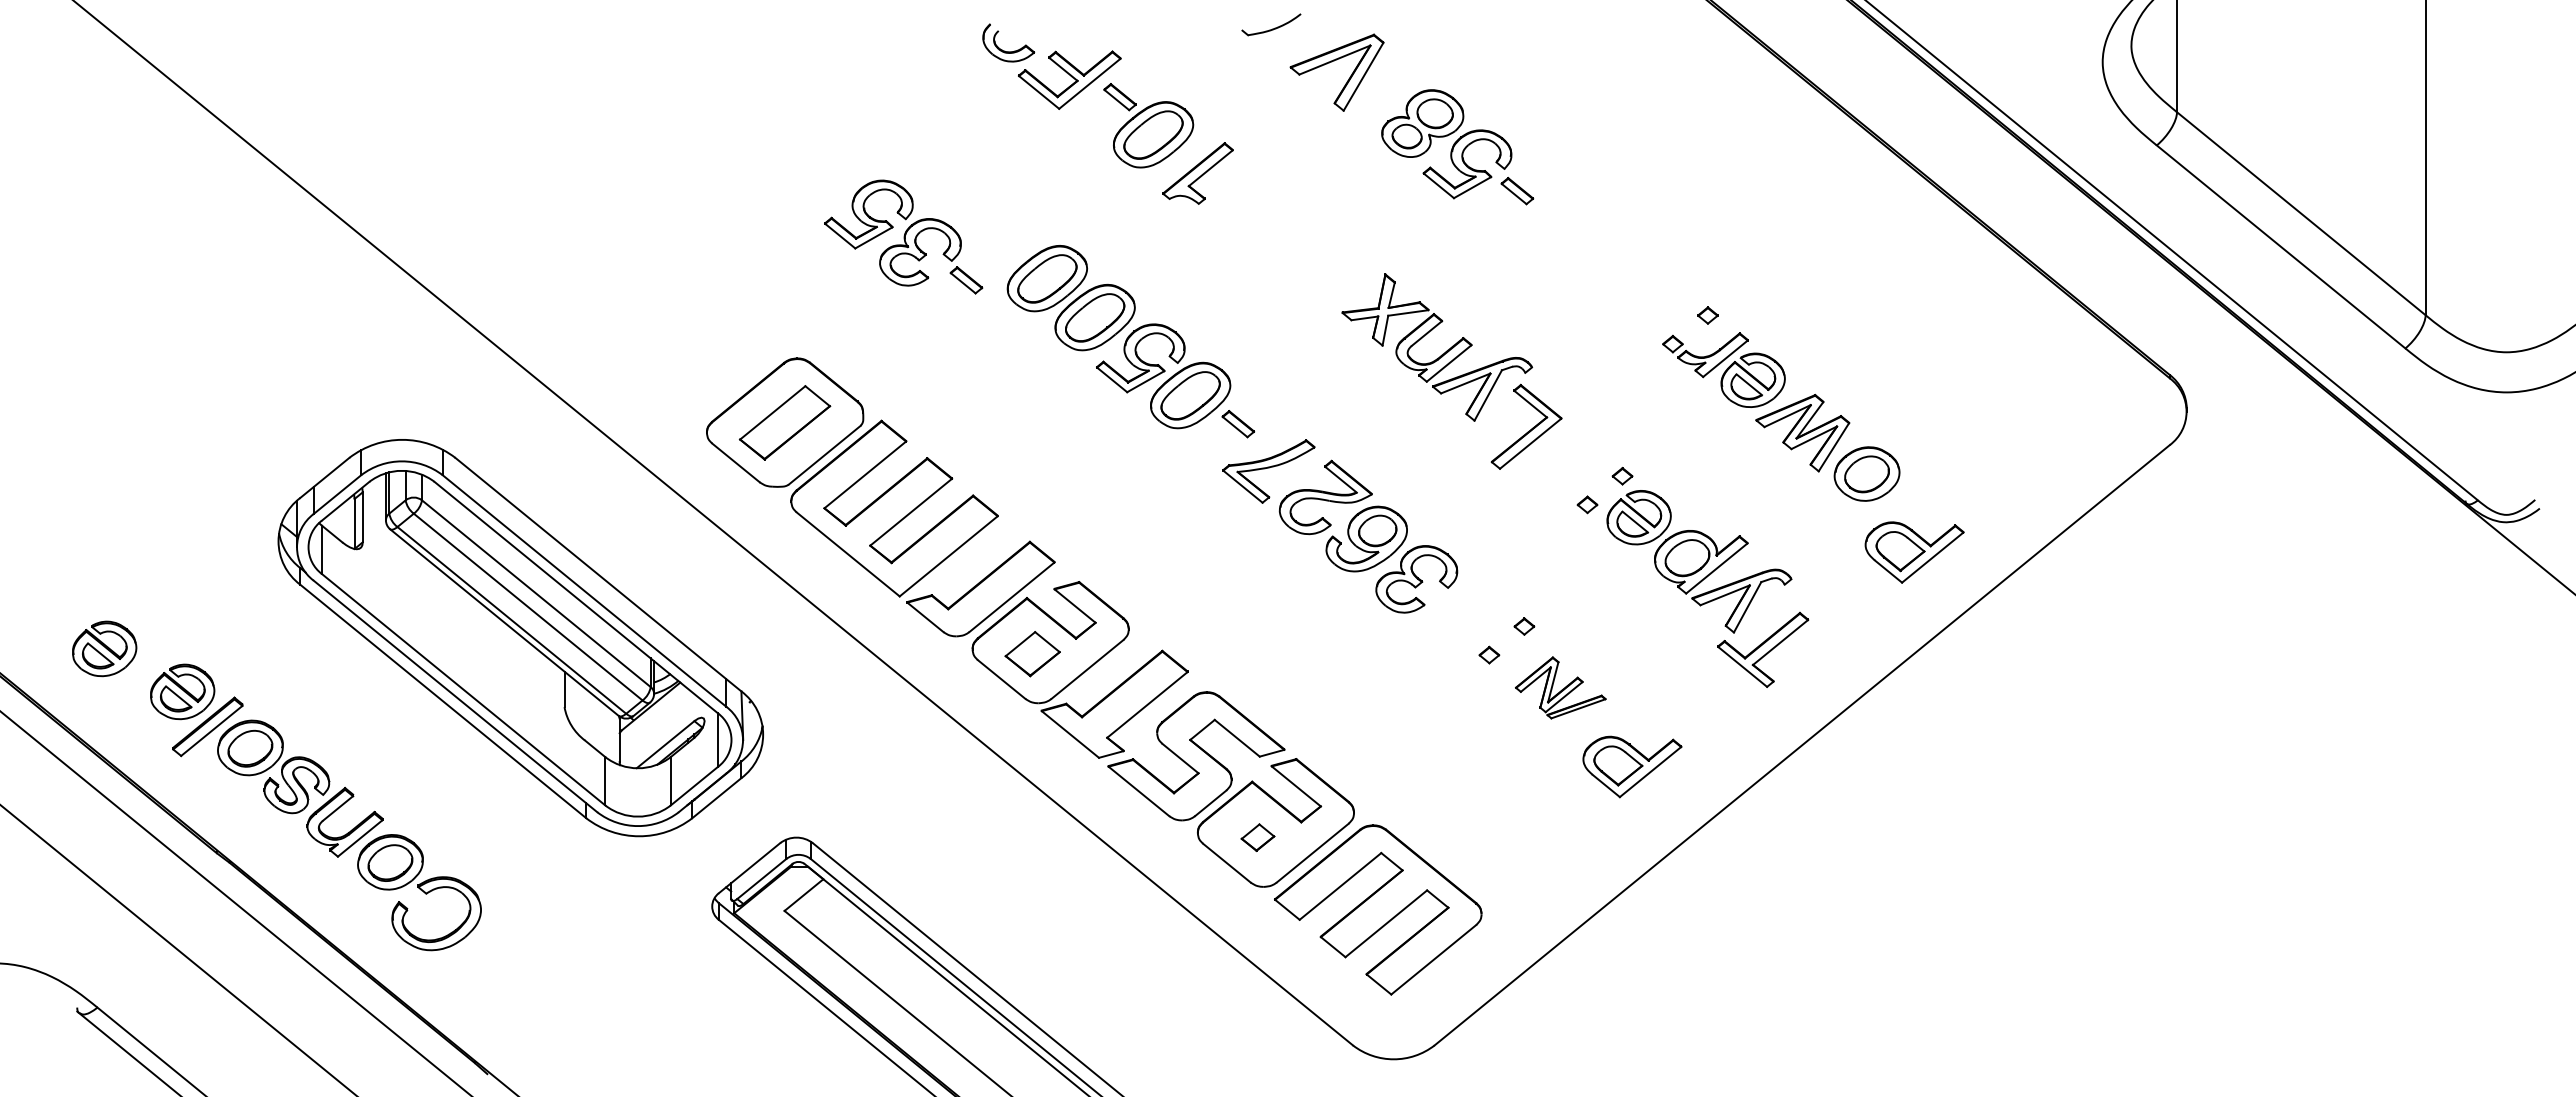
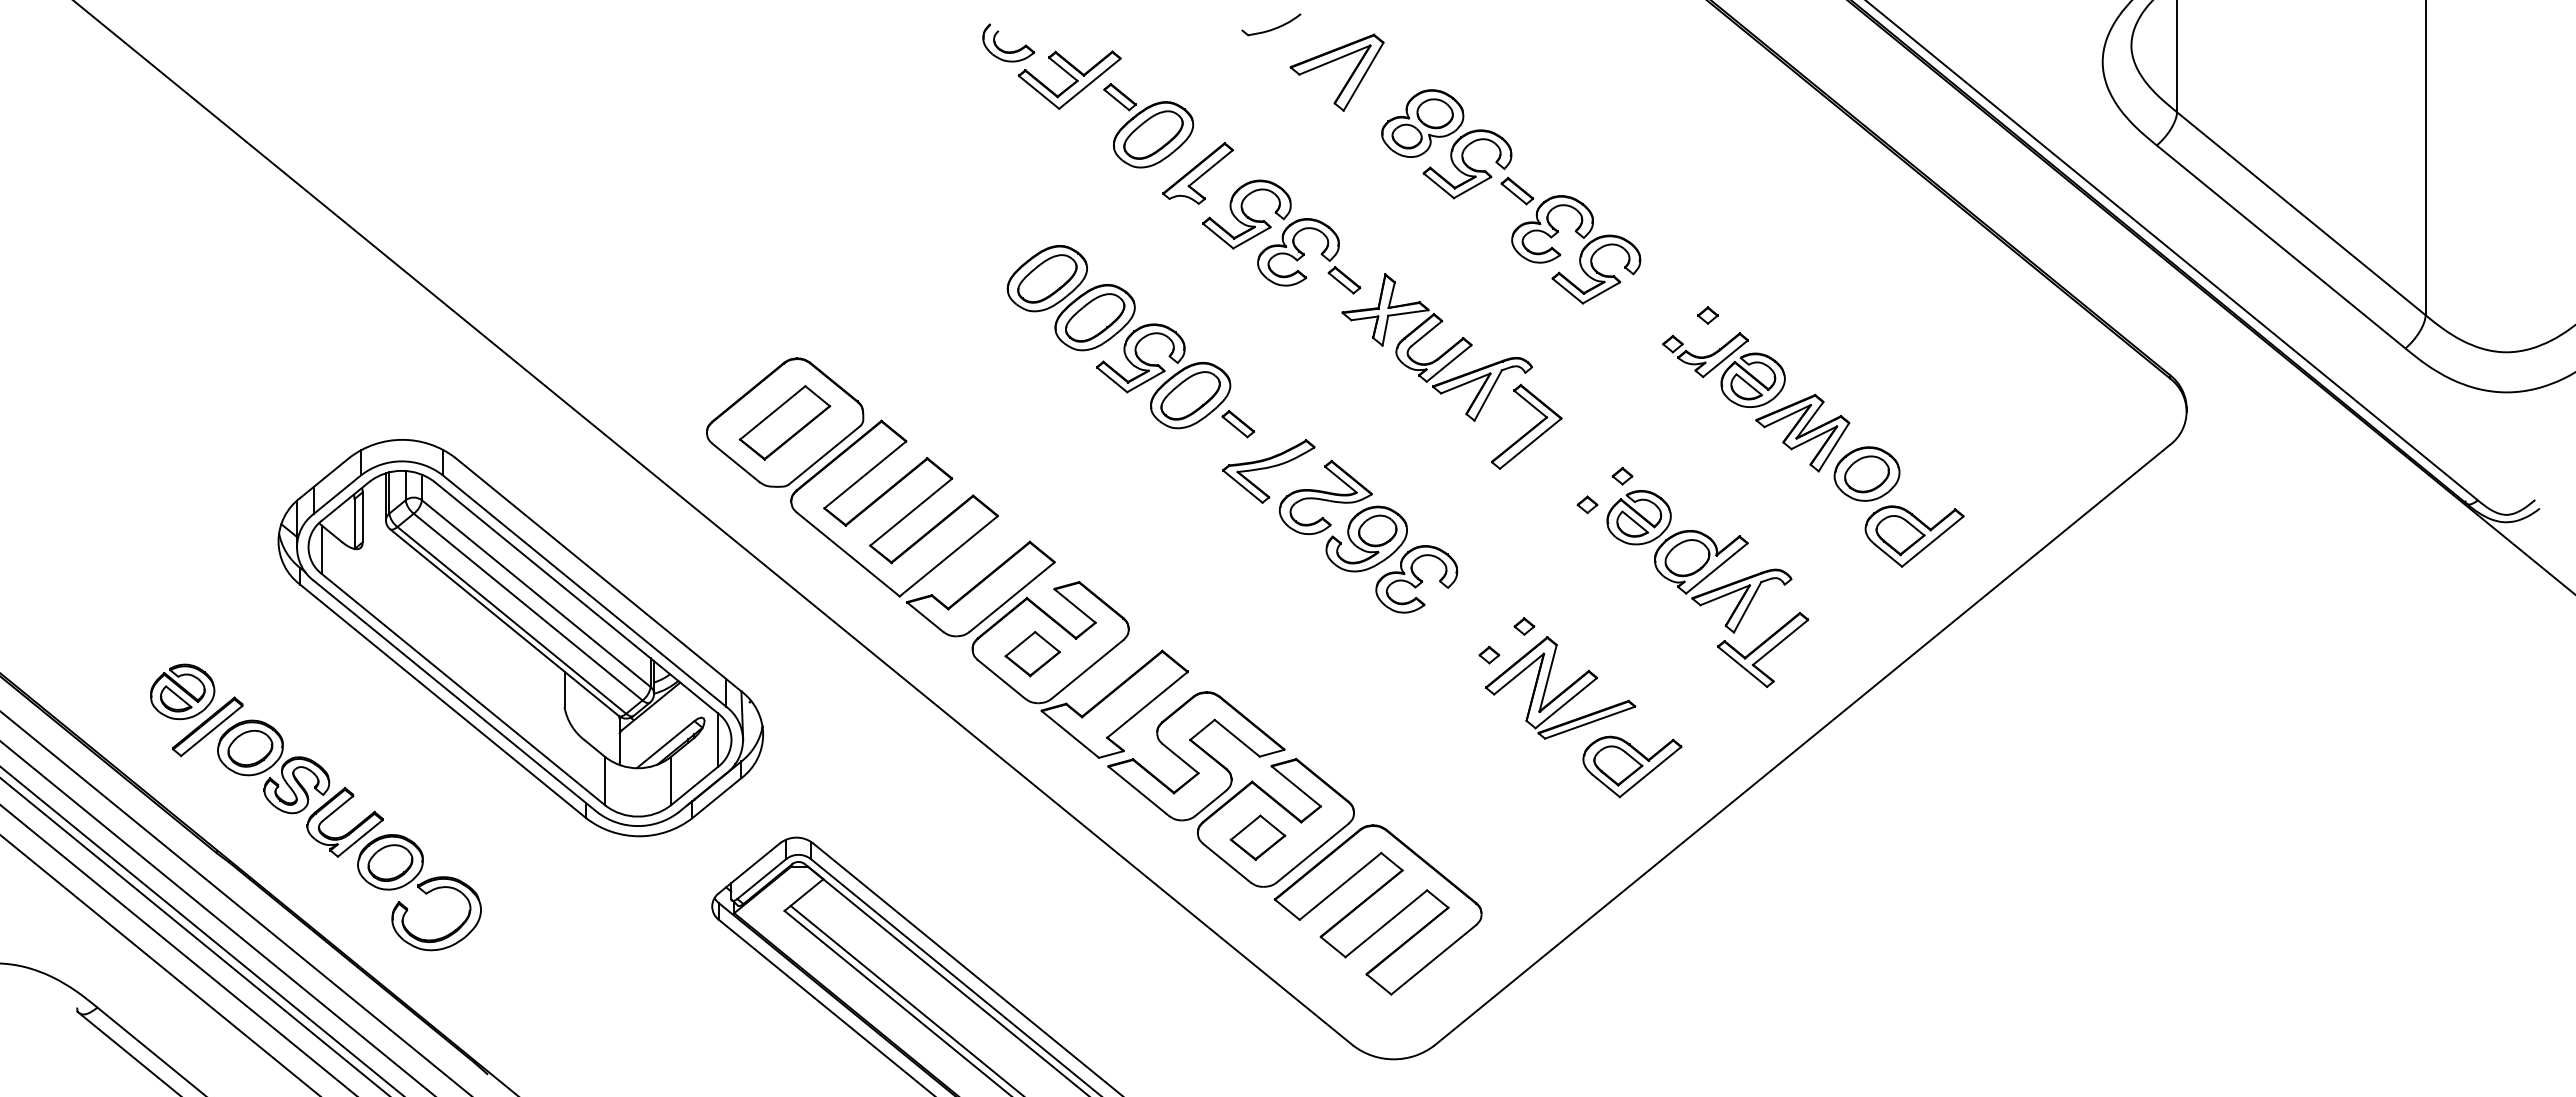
part at (903, 236) position: (903, 236) -> (1281, 236)
part at (1576, 249): none -> present
part at (1914, 552) position: (1914, 552) -> (1914, 536)
part at (104, 648): present -> none
part at (1560, 687) size: 92x64 px -> 152x104 px
part at (1257, 837) size: 36x29 px -> 58x47 px
line at (217, 917): none -> present
line at (201, 930): none -> present
line at (194, 936): none -> present
line at (159, 964): none -> present
line at (905, 999): none -> present
